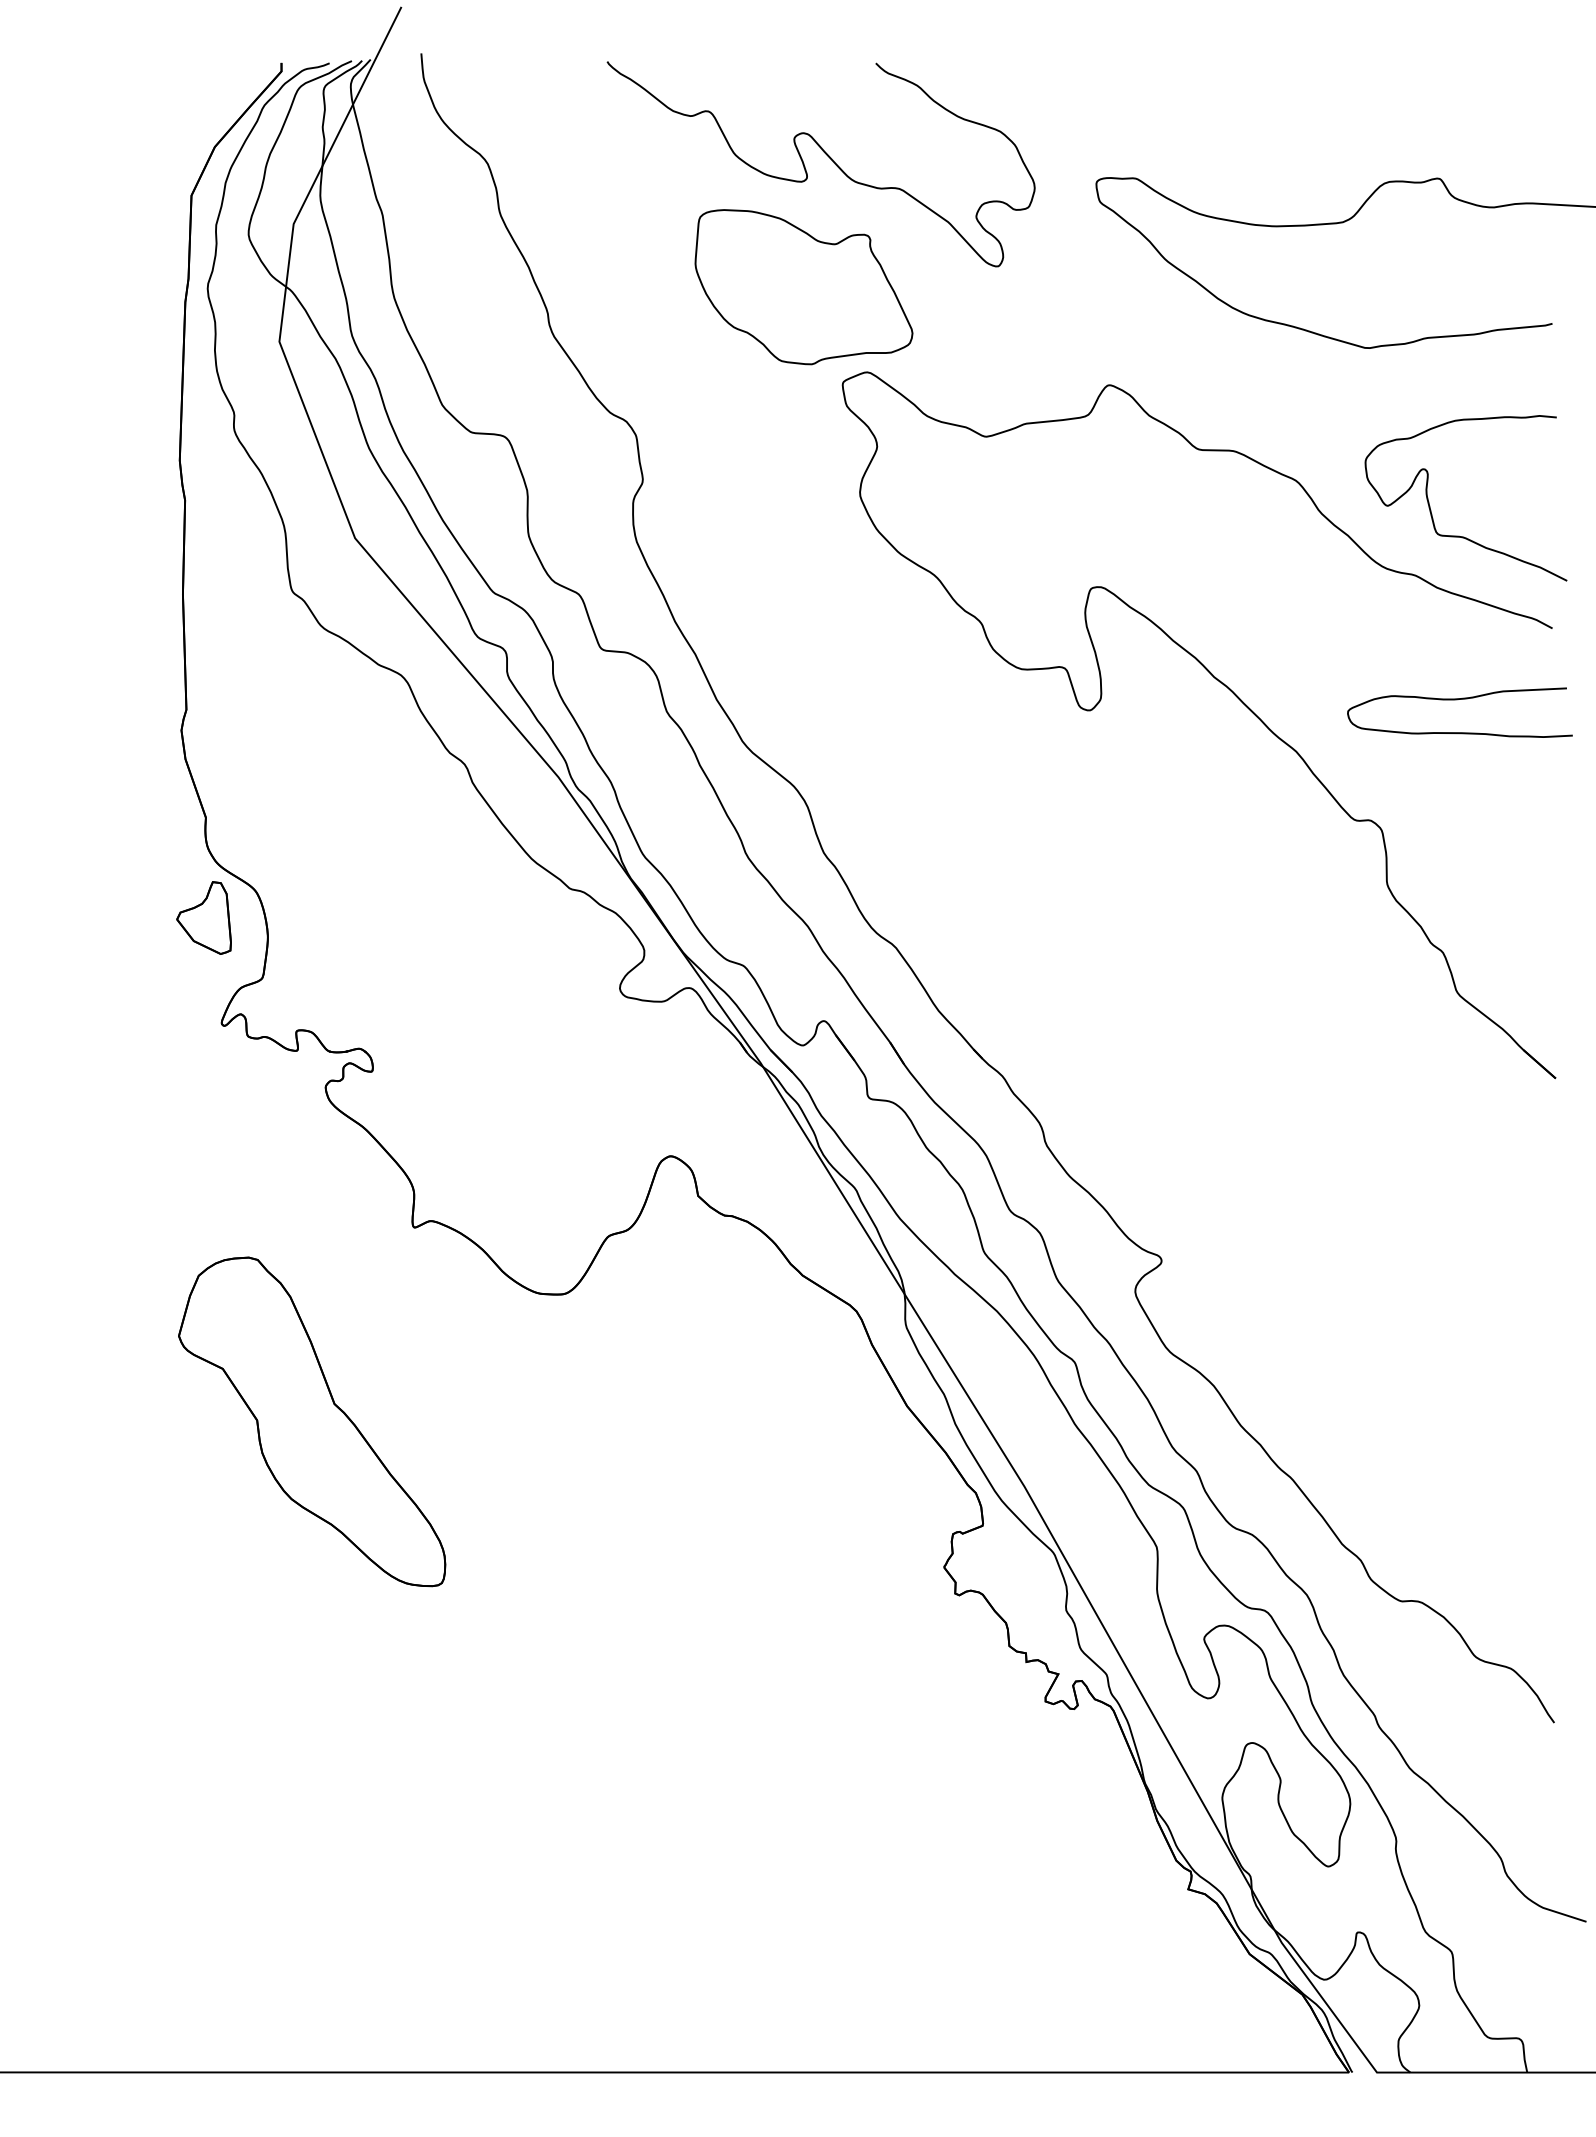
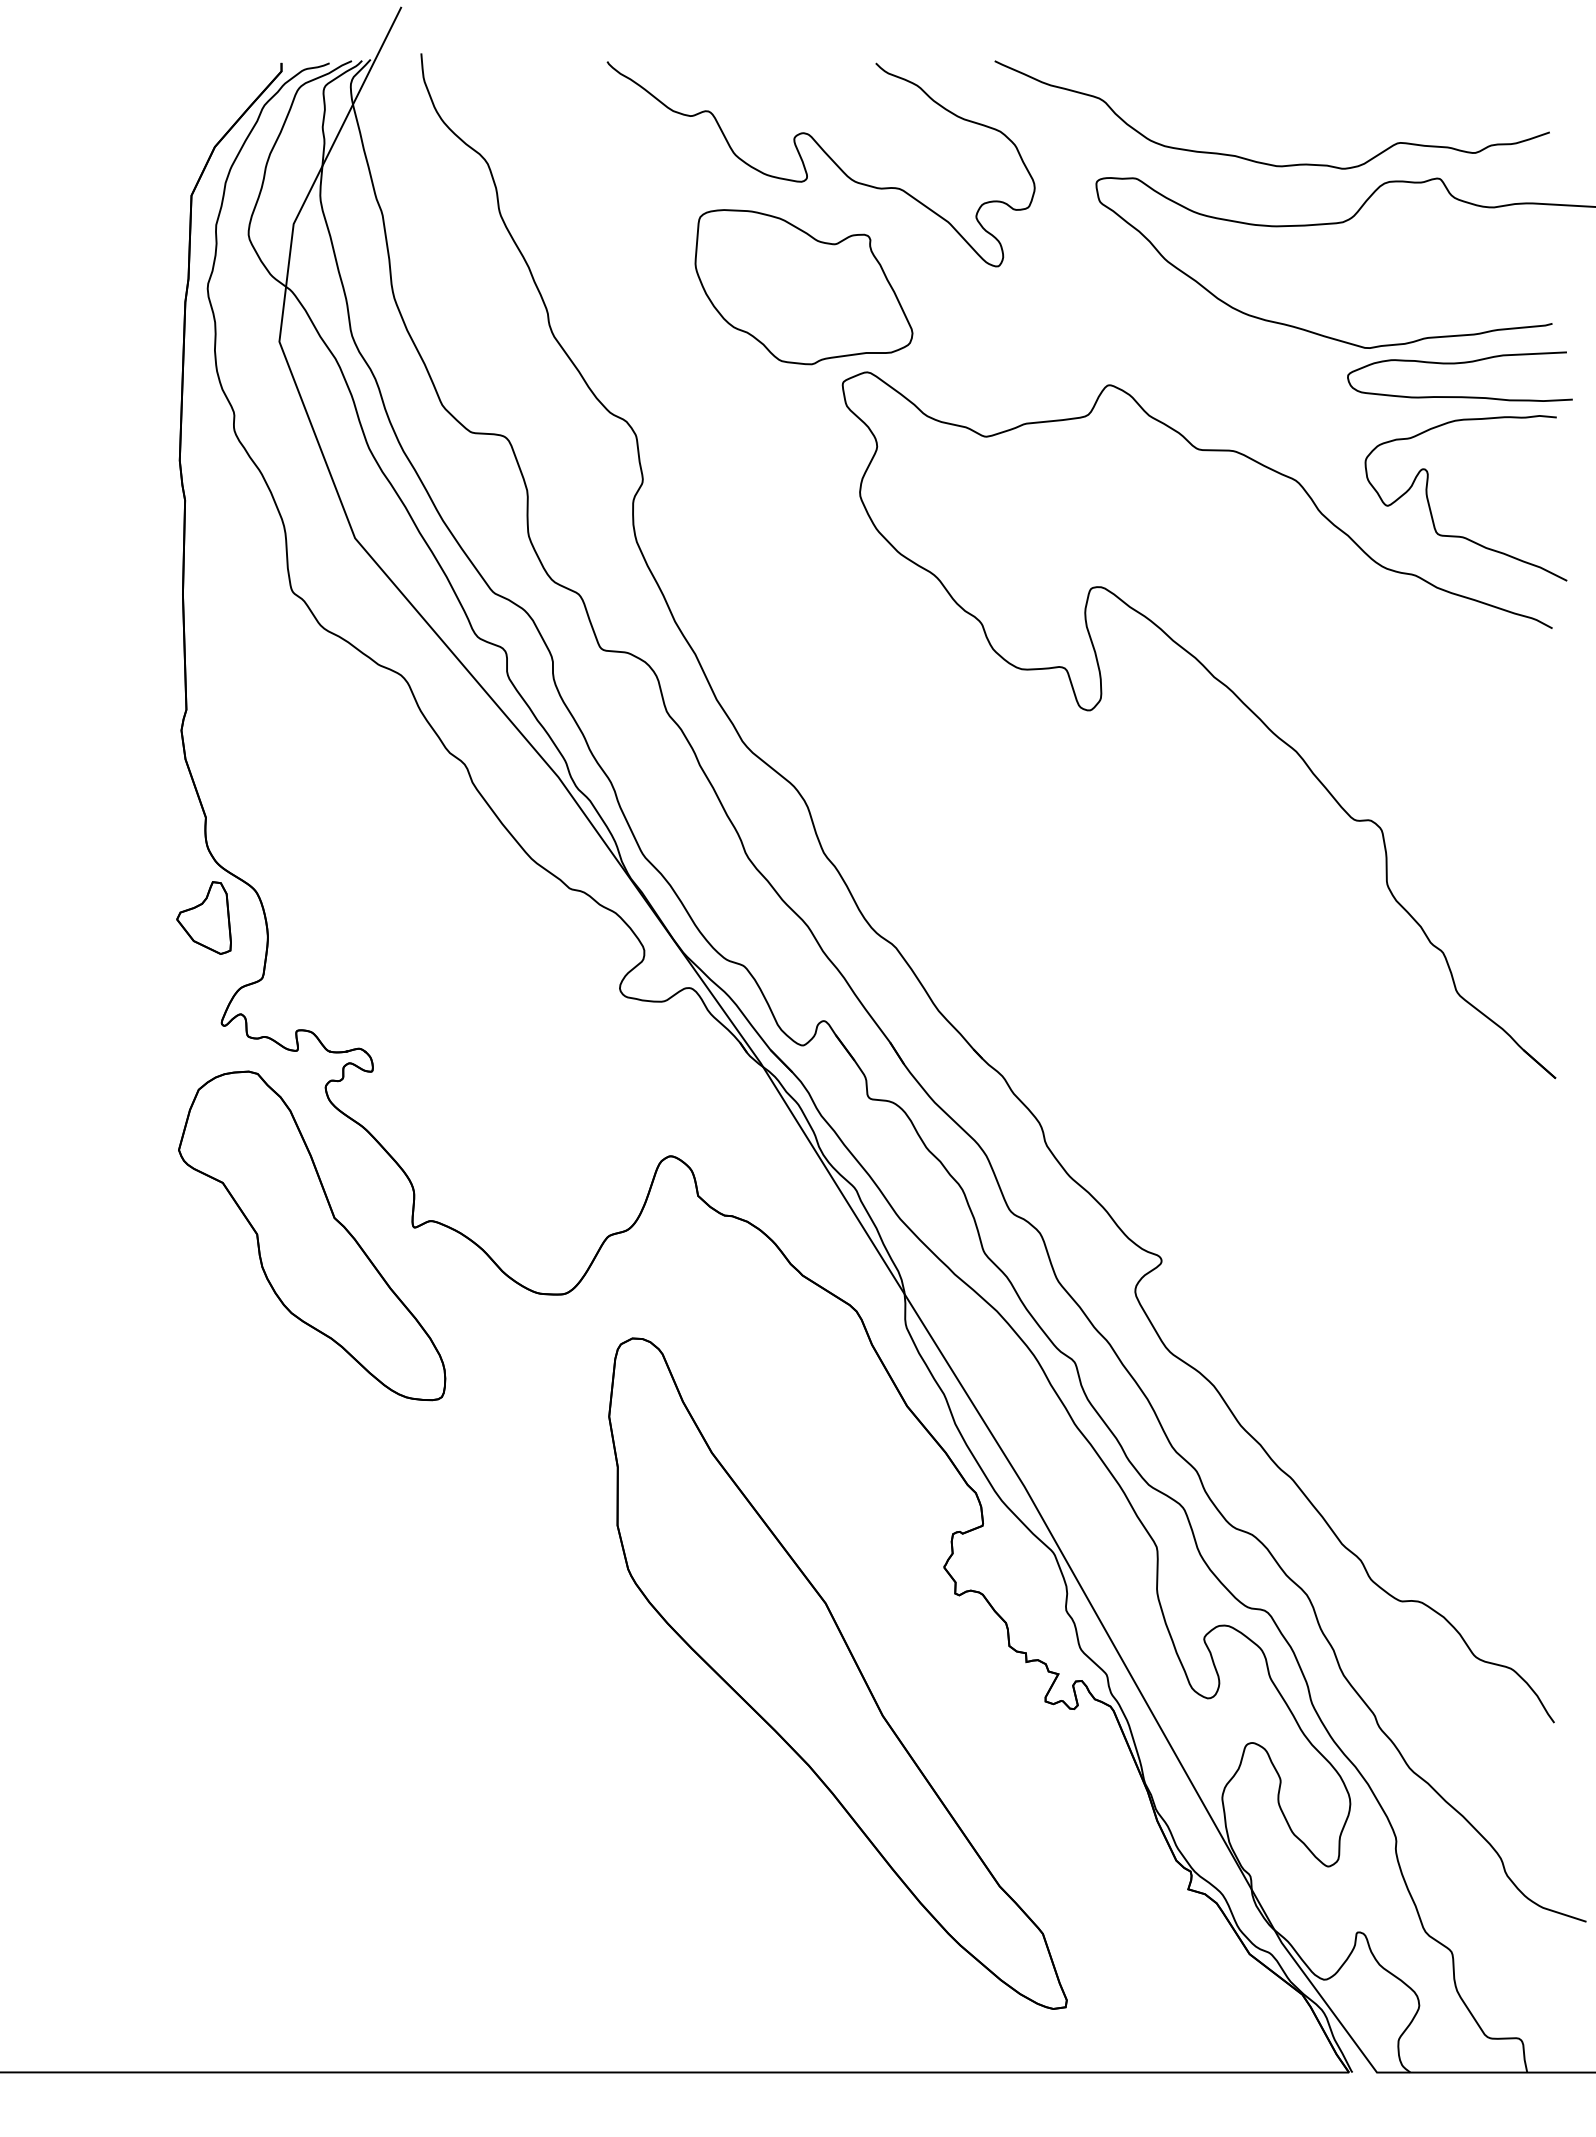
curve at (1260, 161): none -> present
curve at (1457, 700) position: (1457, 700) -> (1457, 364)
part at (312, 1421) position: (312, 1421) -> (312, 1235)
part at (837, 1673): none -> present
